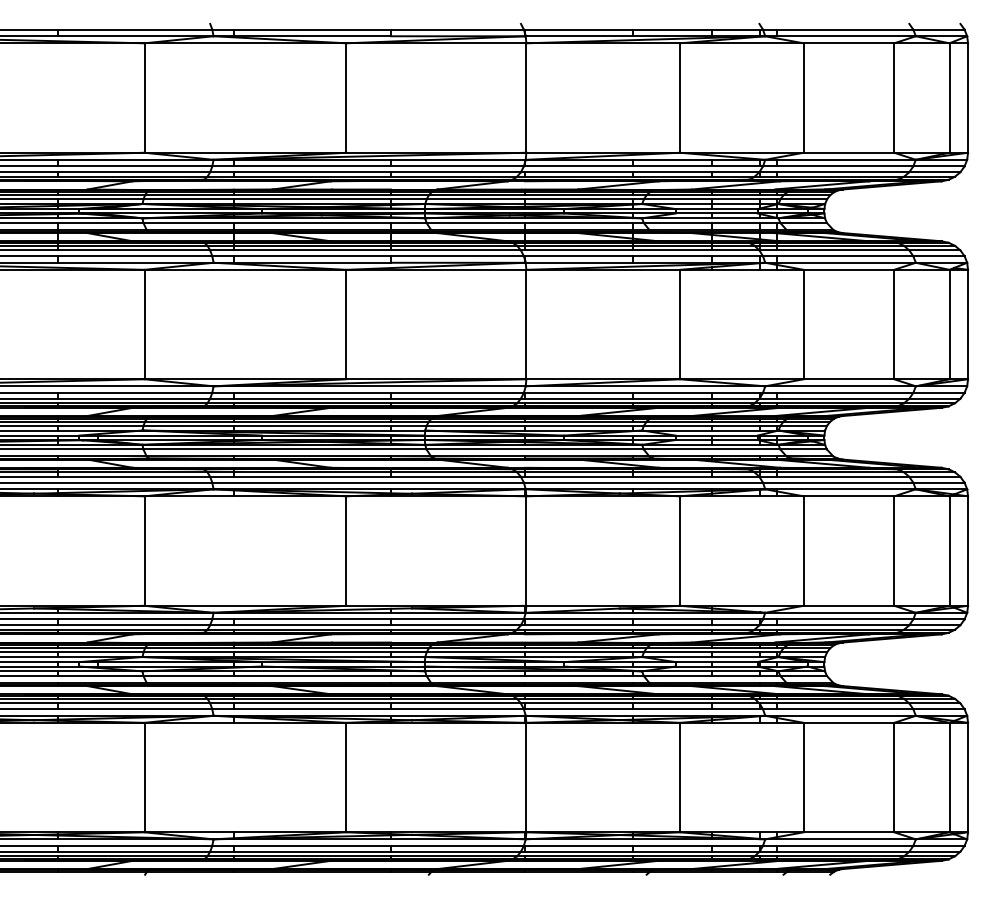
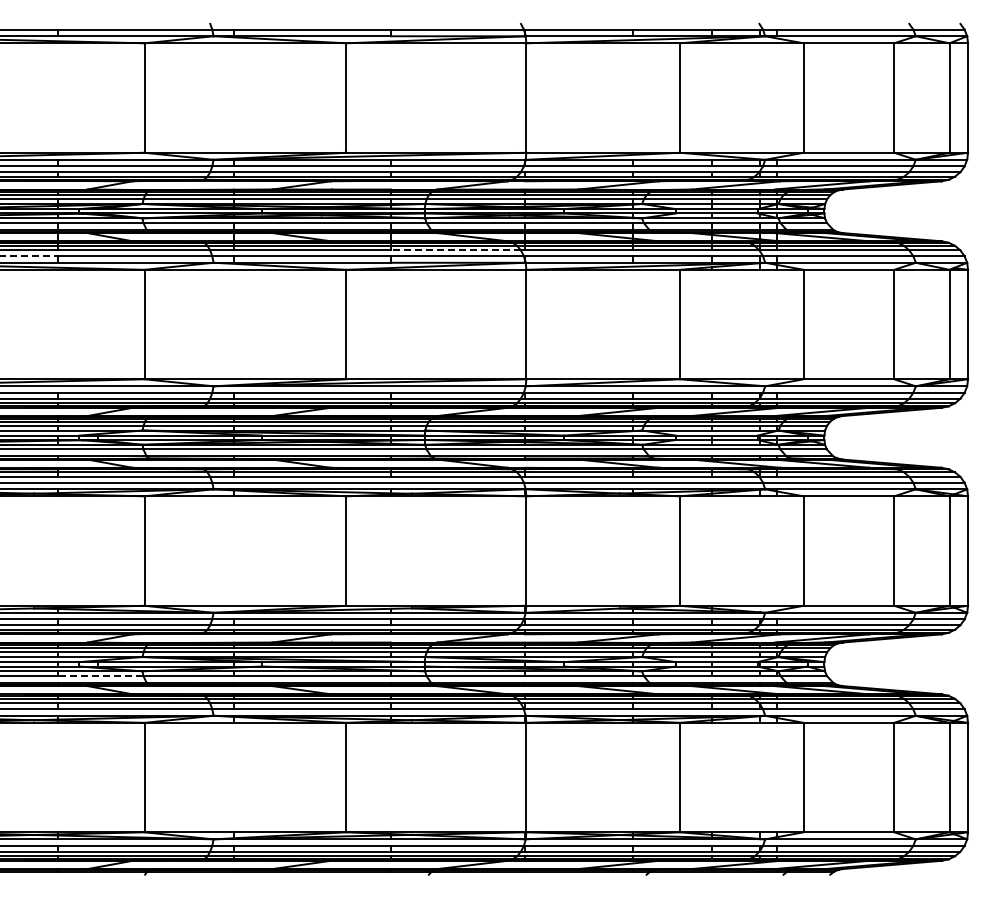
line at (455, 250): solid -> dashed
line at (29, 256): solid -> dashed
line at (100, 675): solid -> dashed
